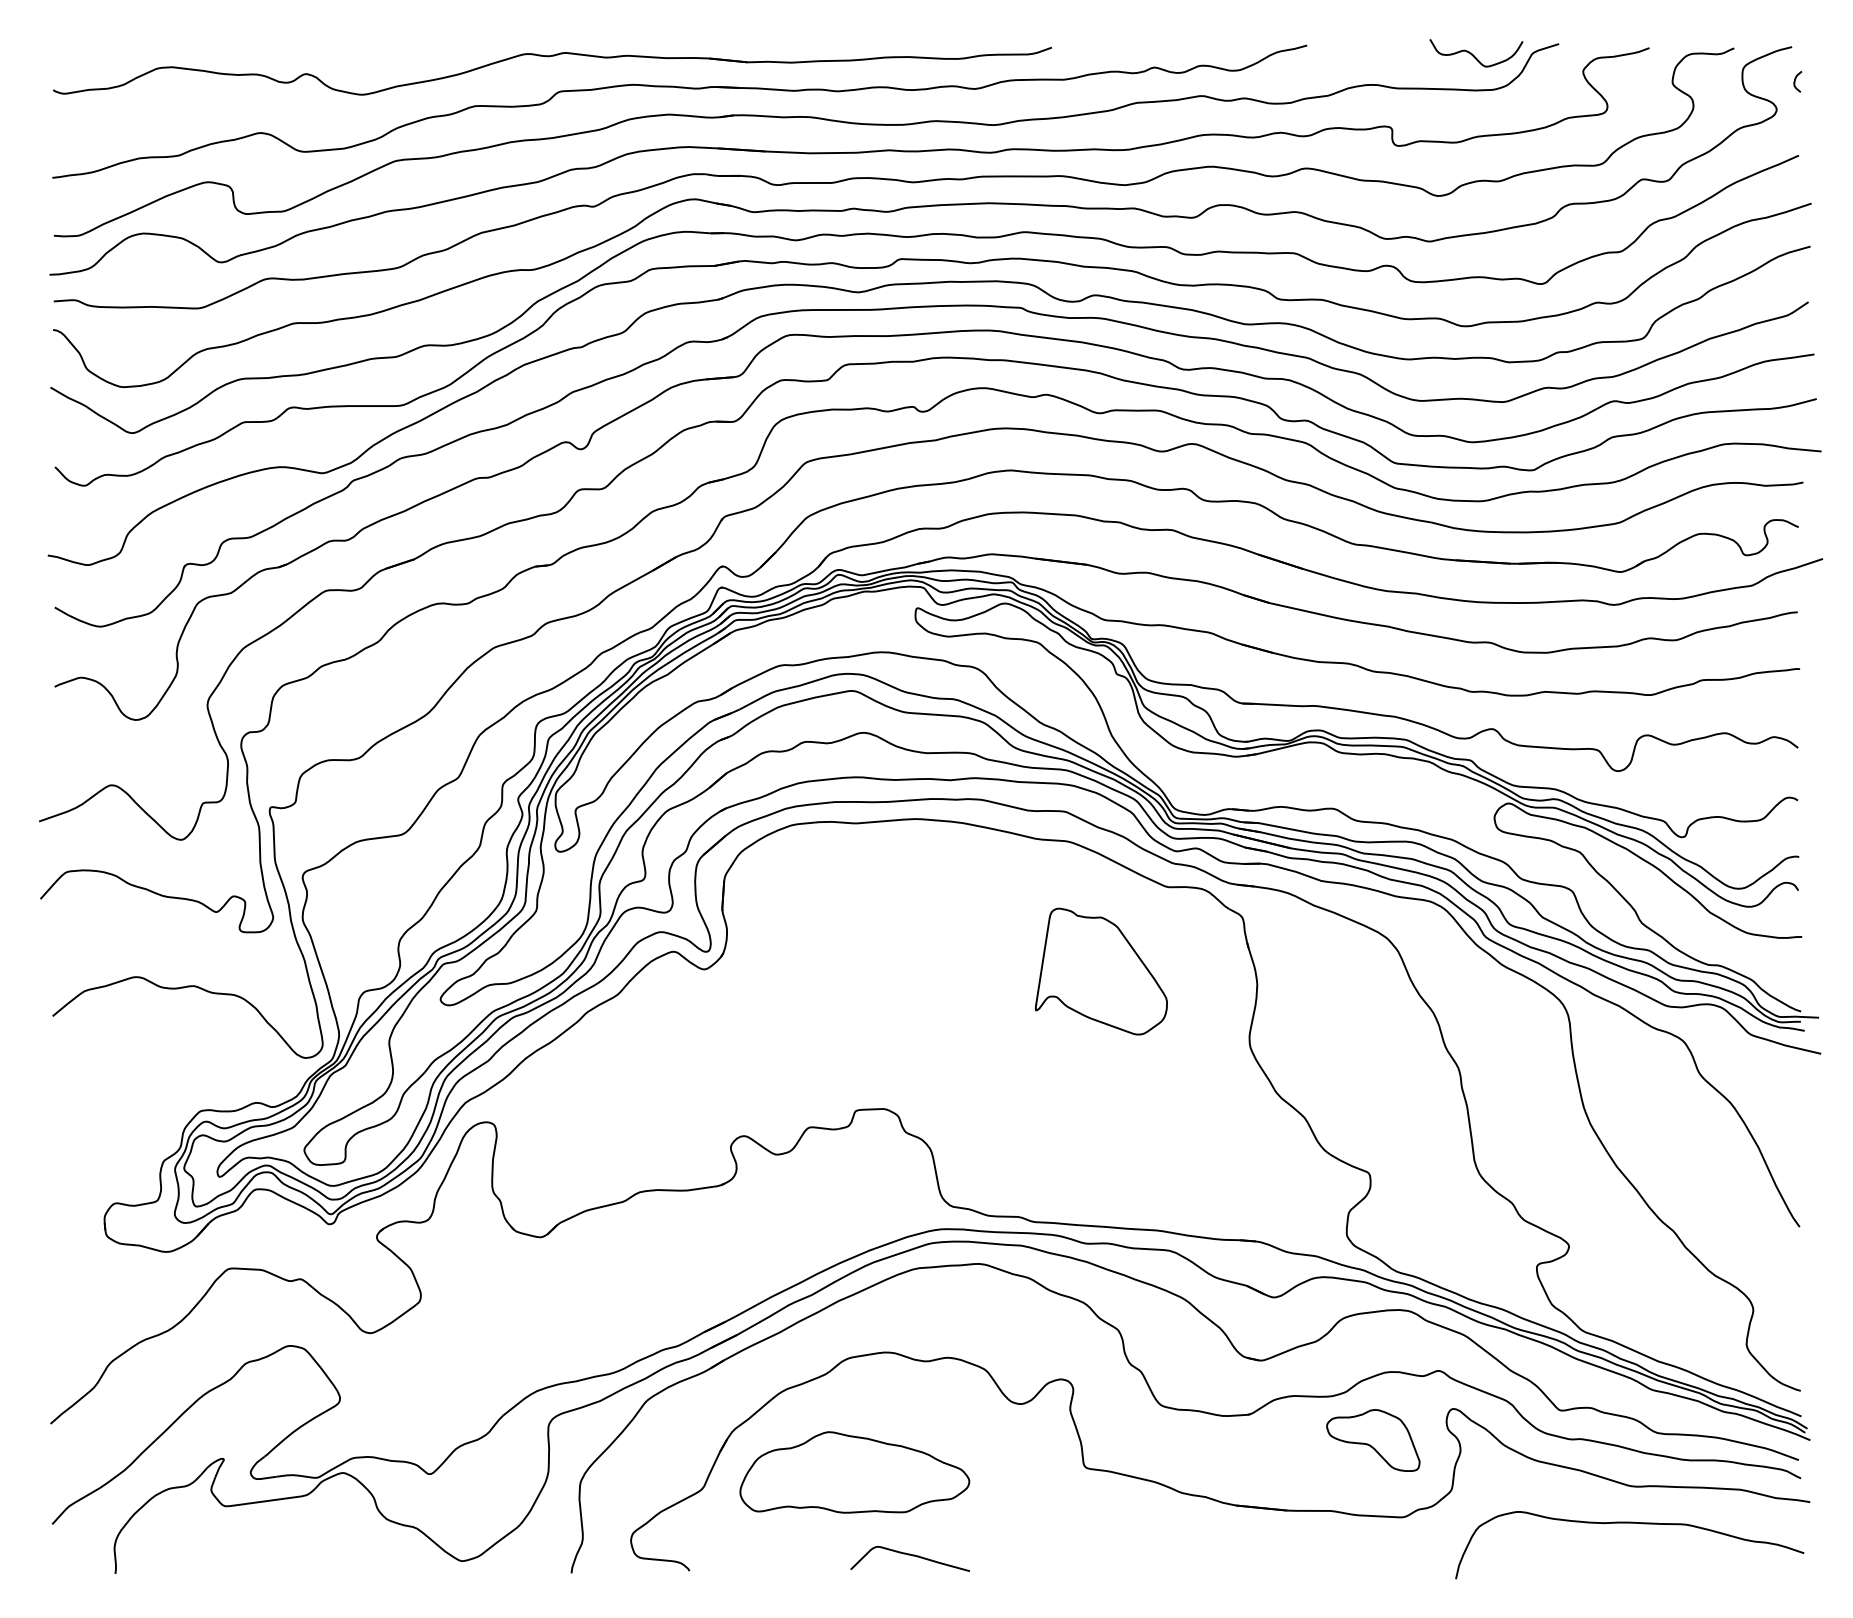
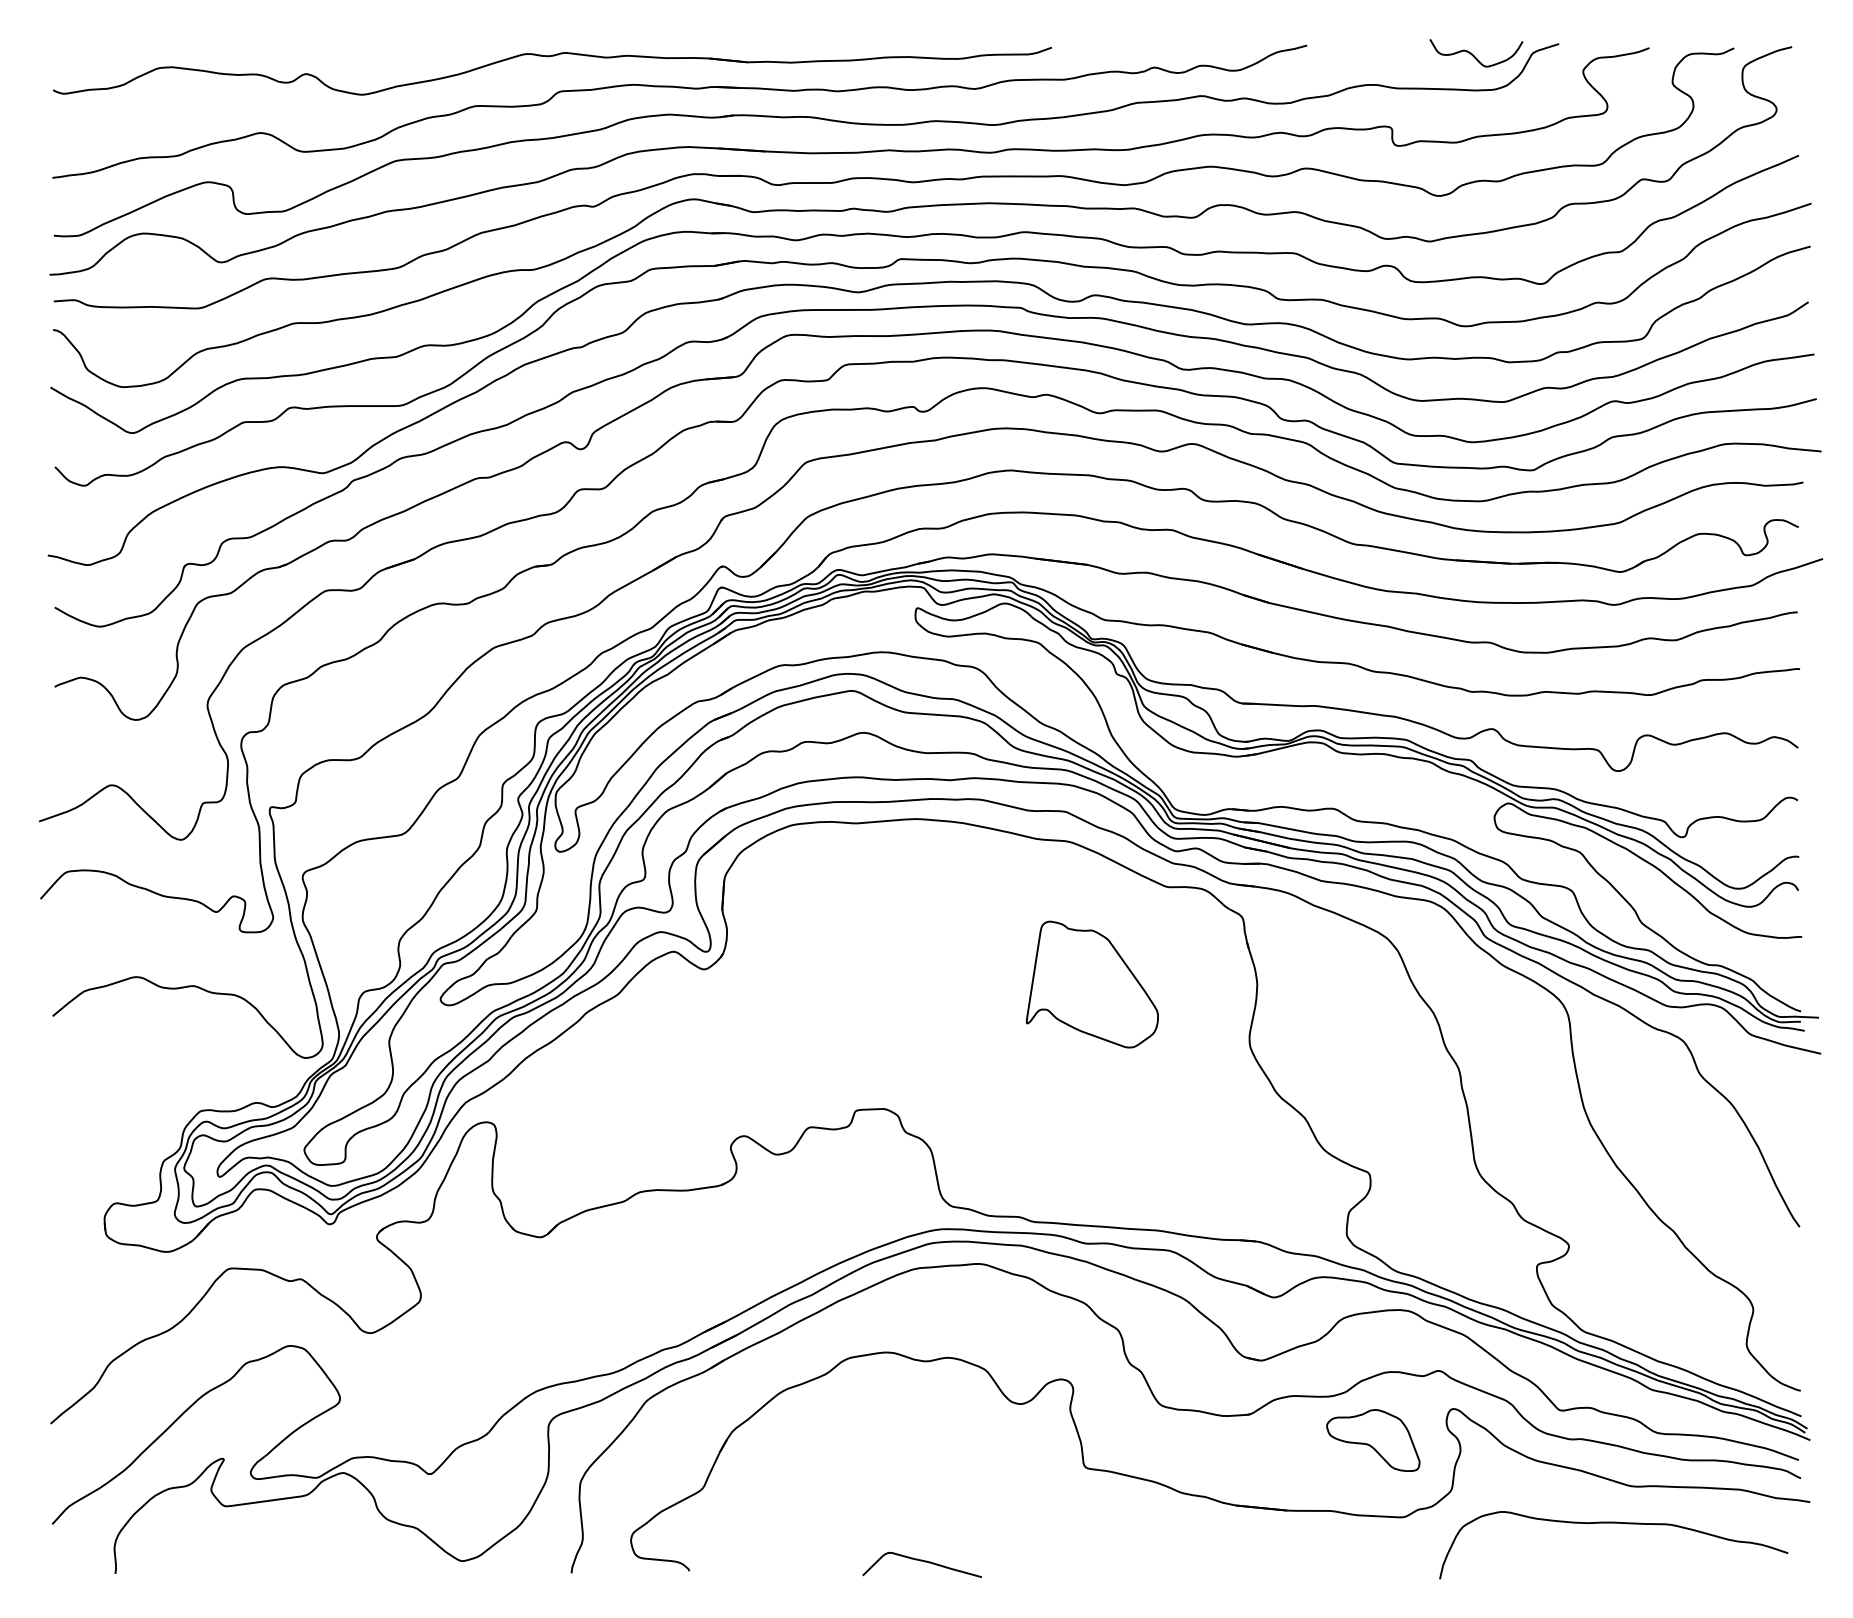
curve at (1795, 81): present -> none
part at (1100, 971) position: (1100, 971) -> (1091, 984)
part at (854, 1472): present -> none
curve at (1629, 1523) position: (1629, 1523) -> (1613, 1523)
curve at (909, 1555) position: (909, 1555) -> (921, 1561)
